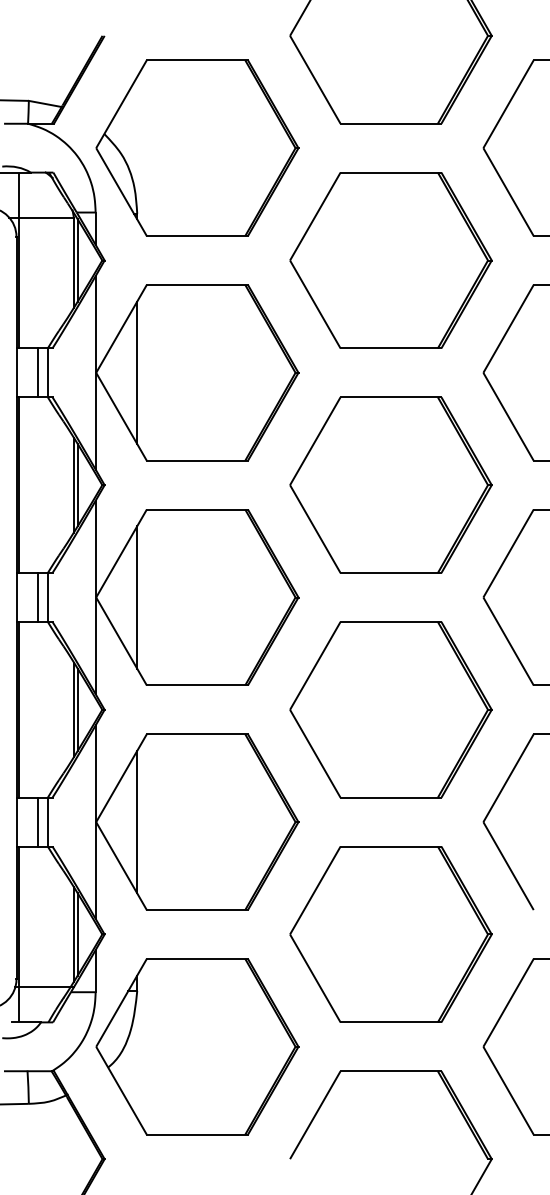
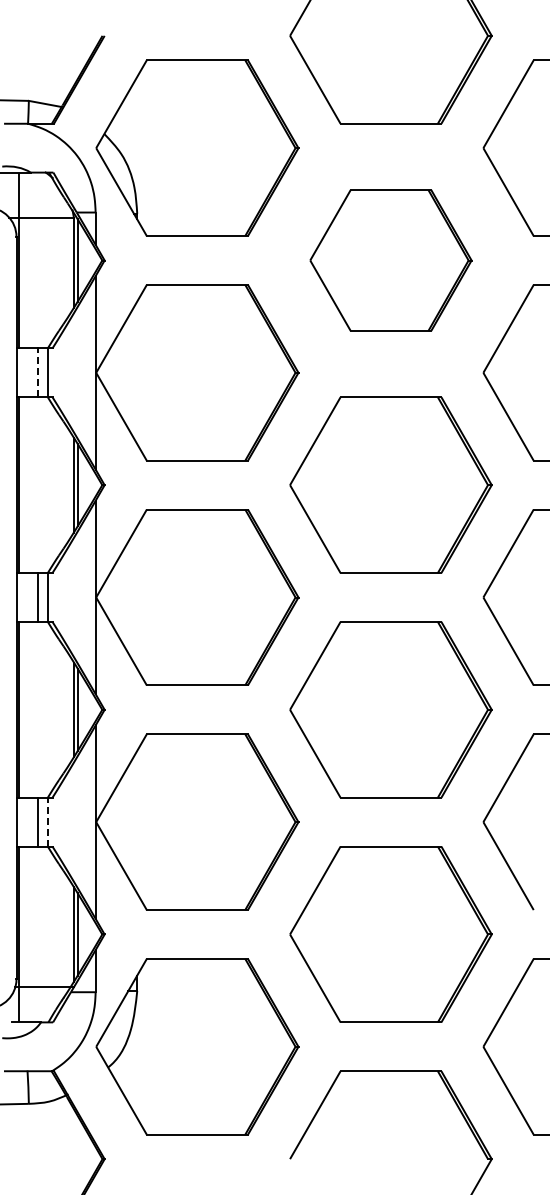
part at (390, 260) size: 204x177 px -> 164x143 px
line at (37, 372): solid -> dashed
line at (137, 372): present -> none
line at (137, 597): present -> none
line at (47, 821): solid -> dashed
line at (137, 821): present -> none
